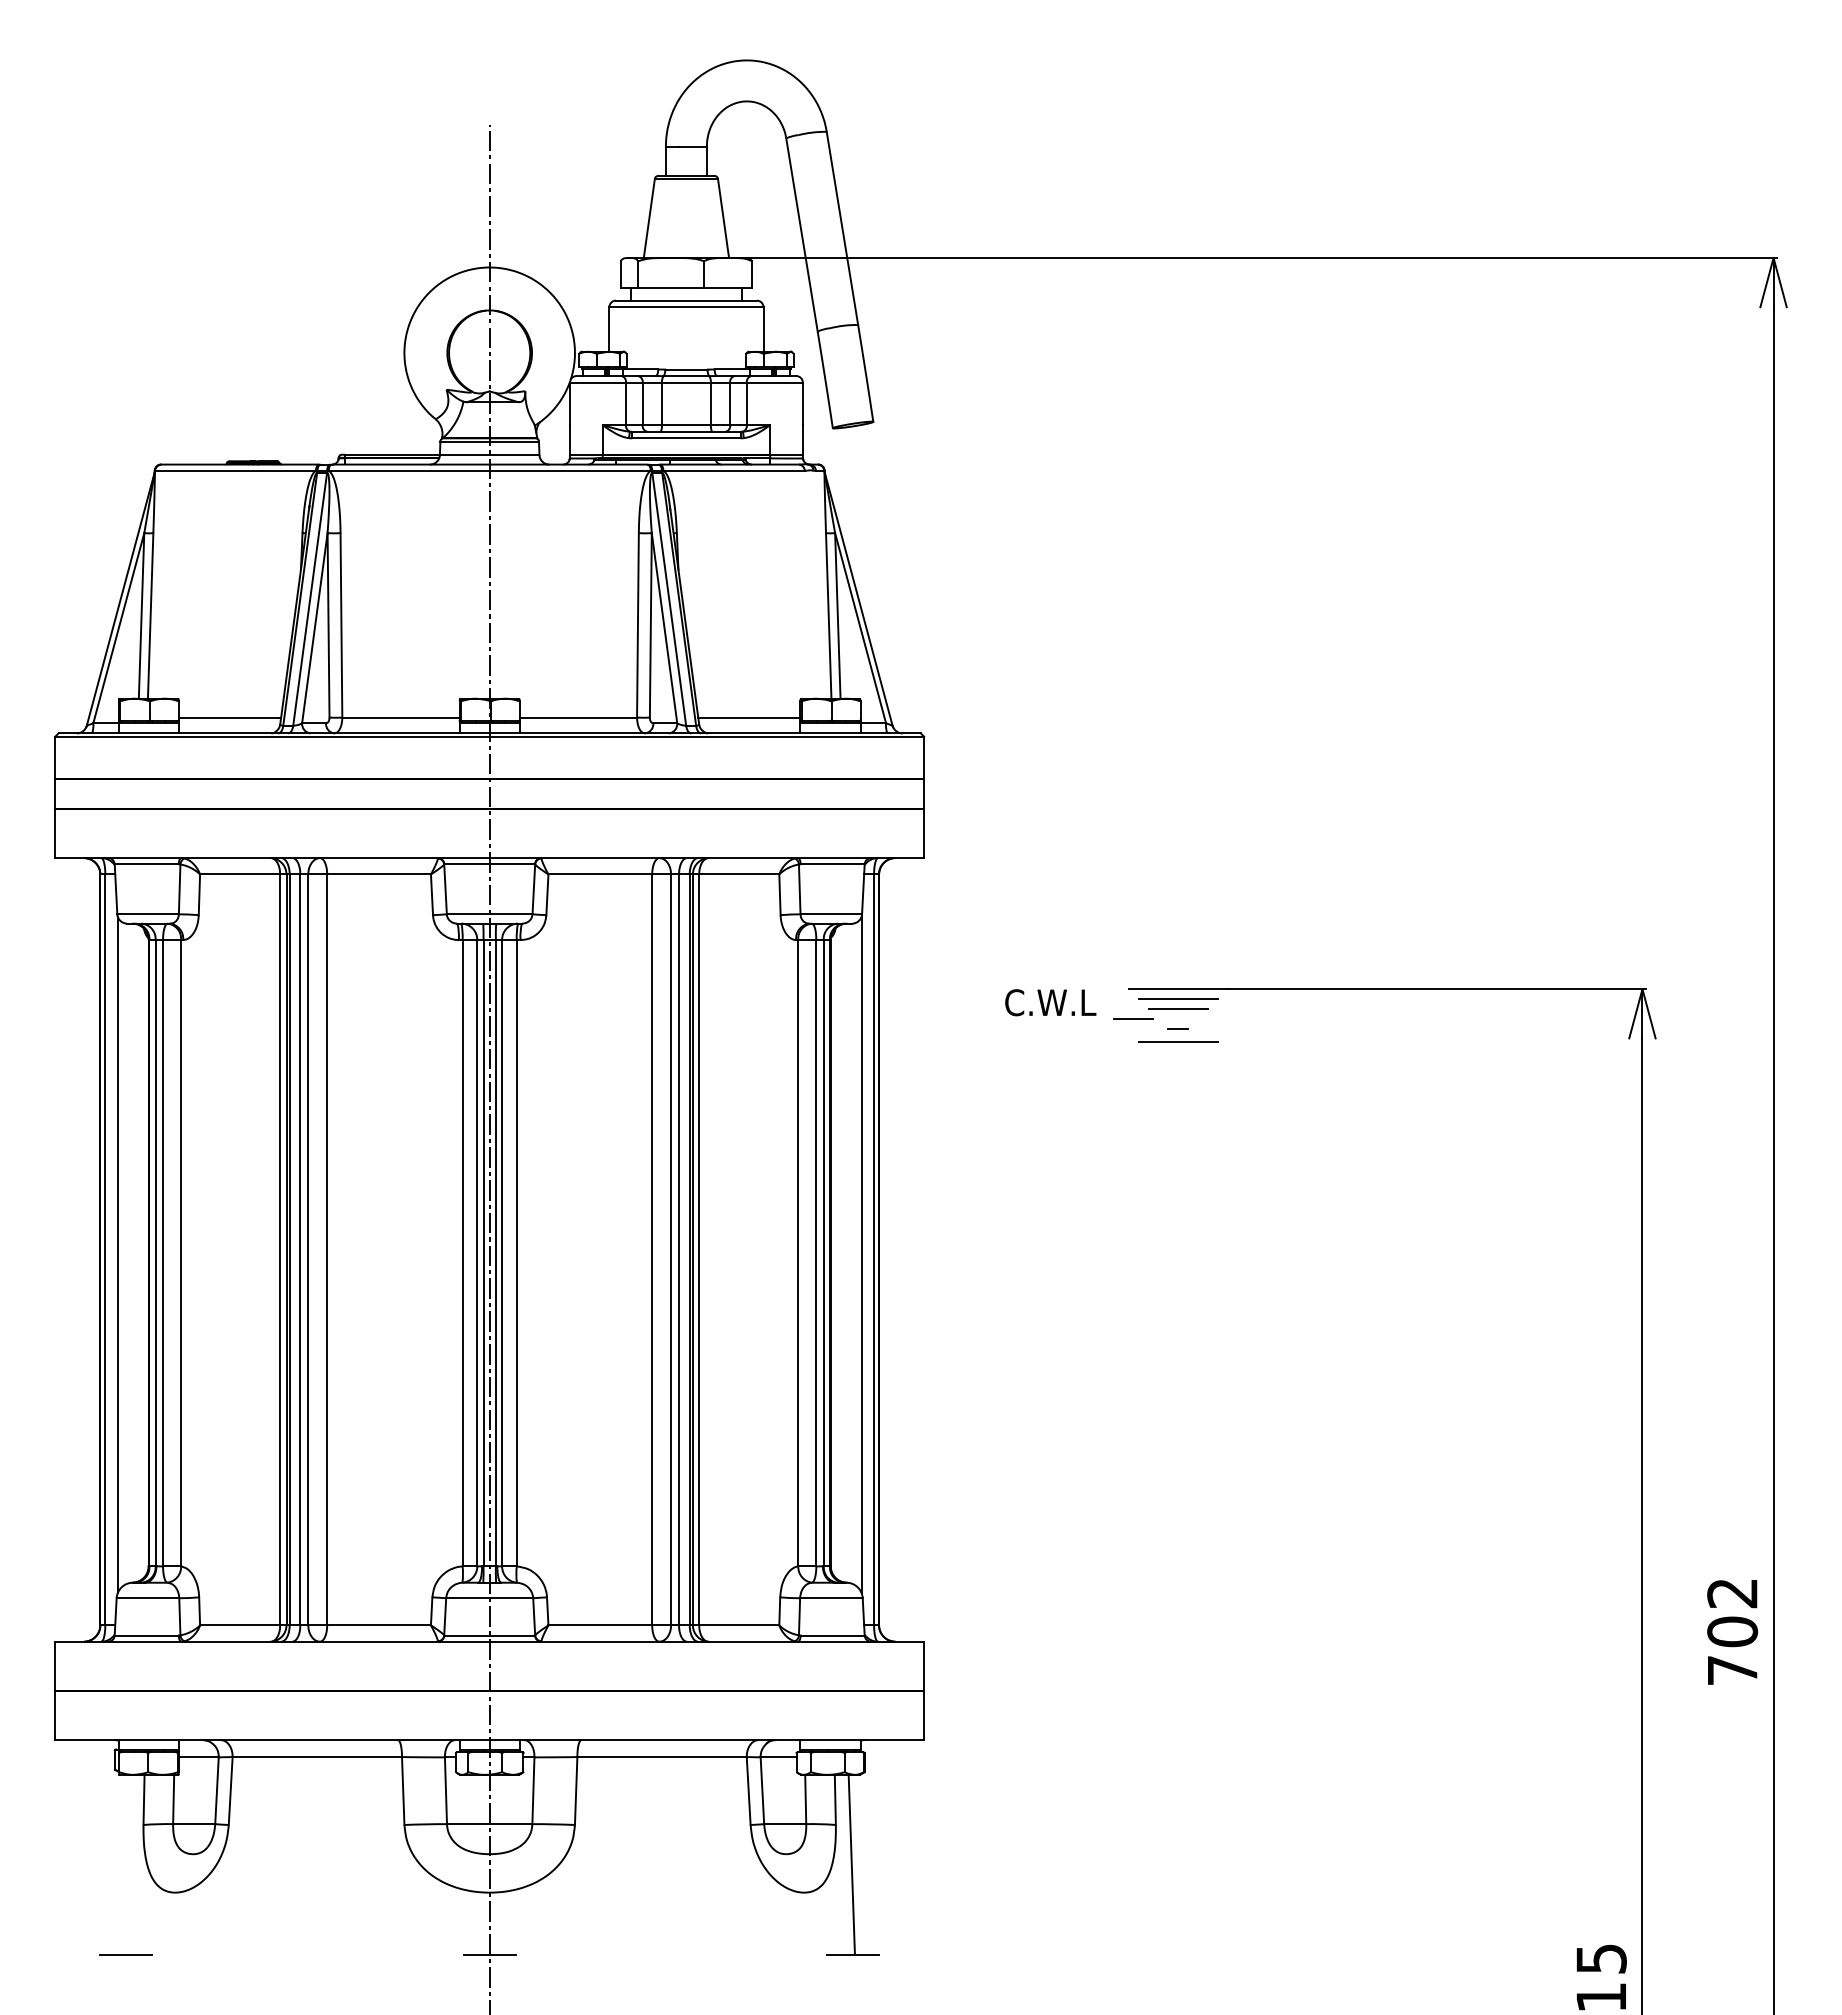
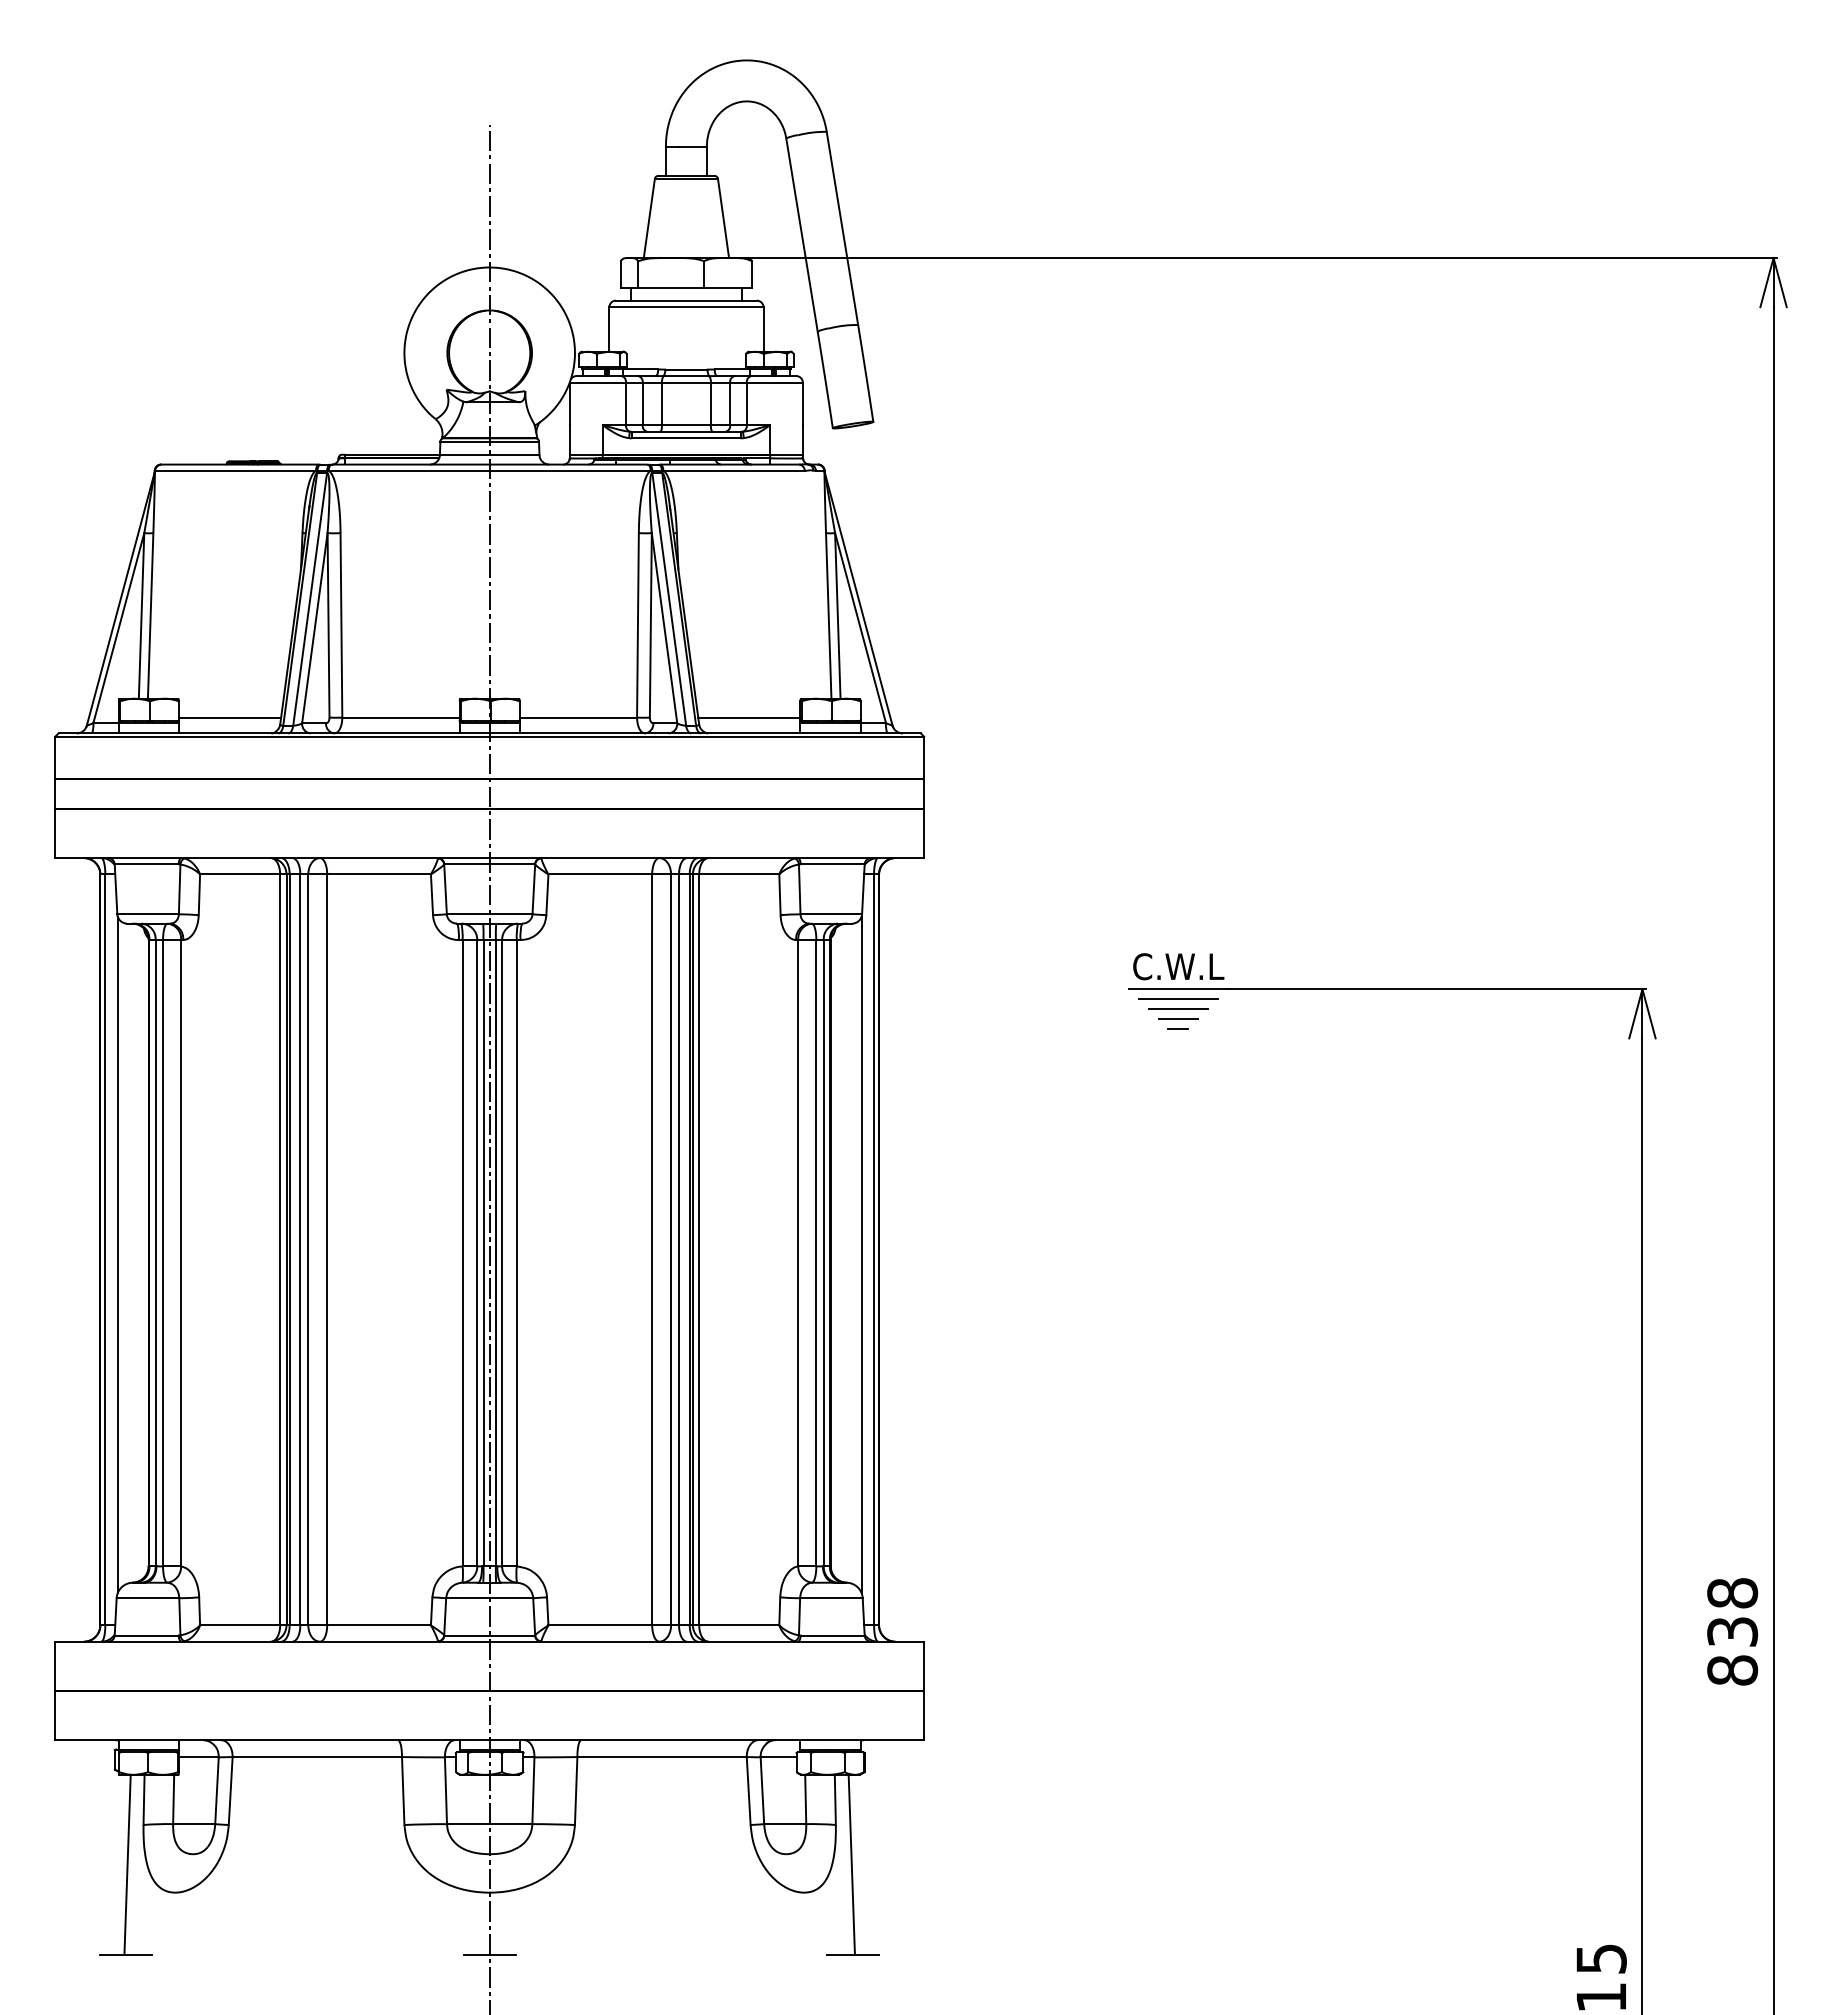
text at (1050, 1002) position: (1050, 1002) -> (1178, 966)
line at (1133, 1018) position: (1133, 1018) -> (1178, 1018)
line at (1178, 1041): present -> none
text at (1732, 1631): 702 -> 838
line at (127, 1864): none -> present
